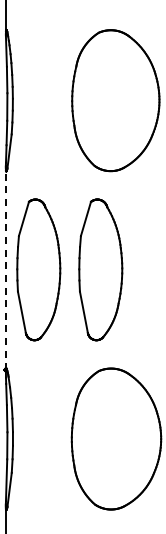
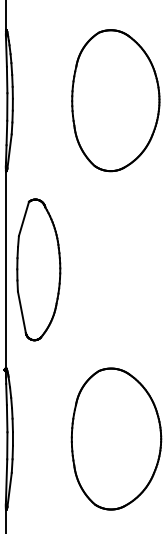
line at (5, 269): dashed -> solid
part at (100, 269): present -> none
